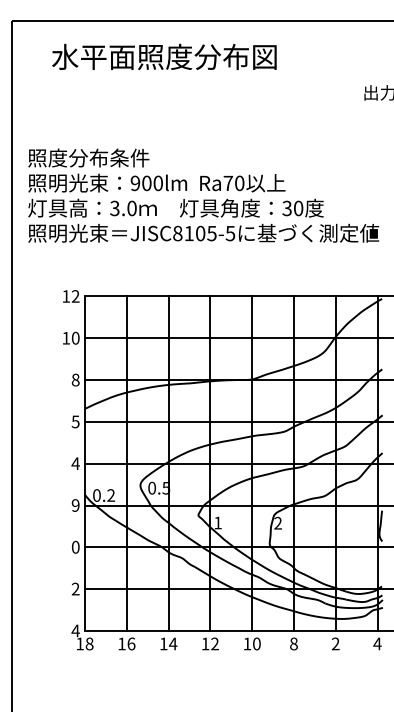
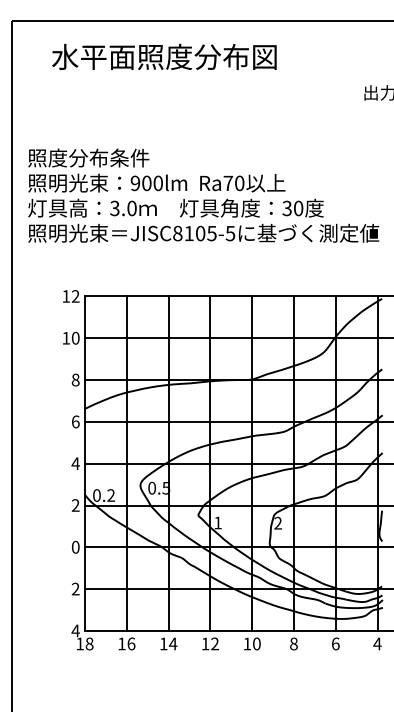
text at (75, 421): 5 -> 6
text at (75, 505): 9 -> 2
text at (335, 643): 2 -> 6
